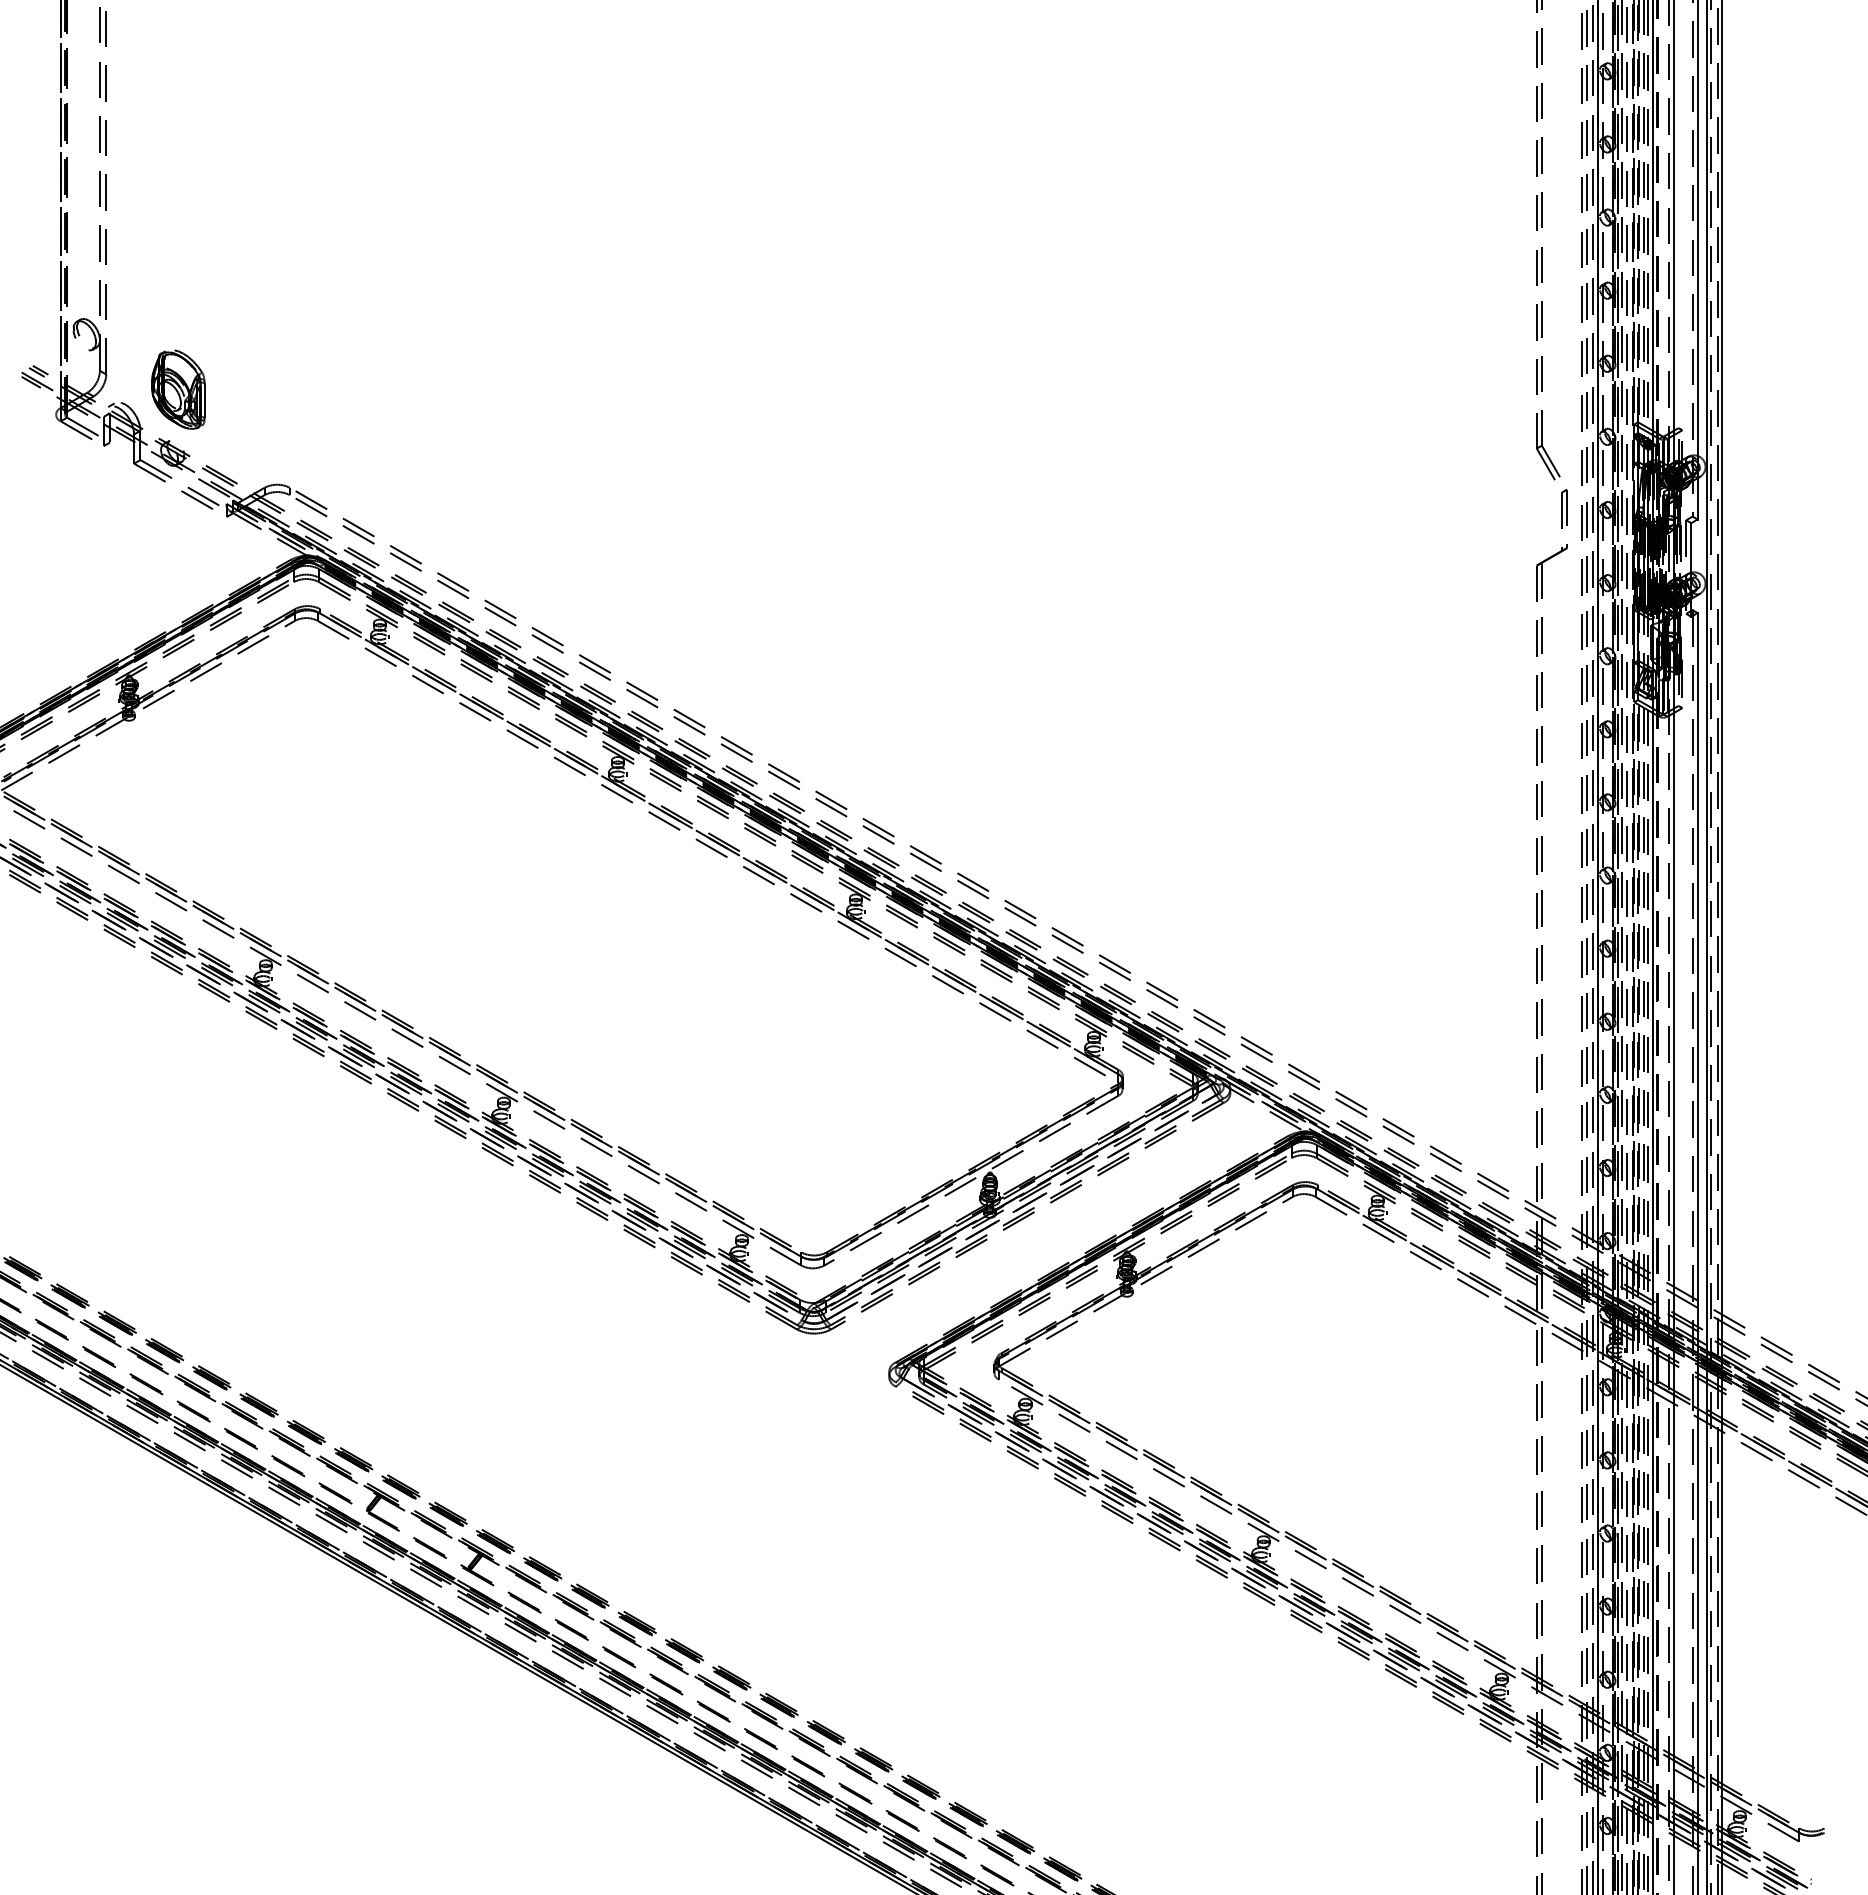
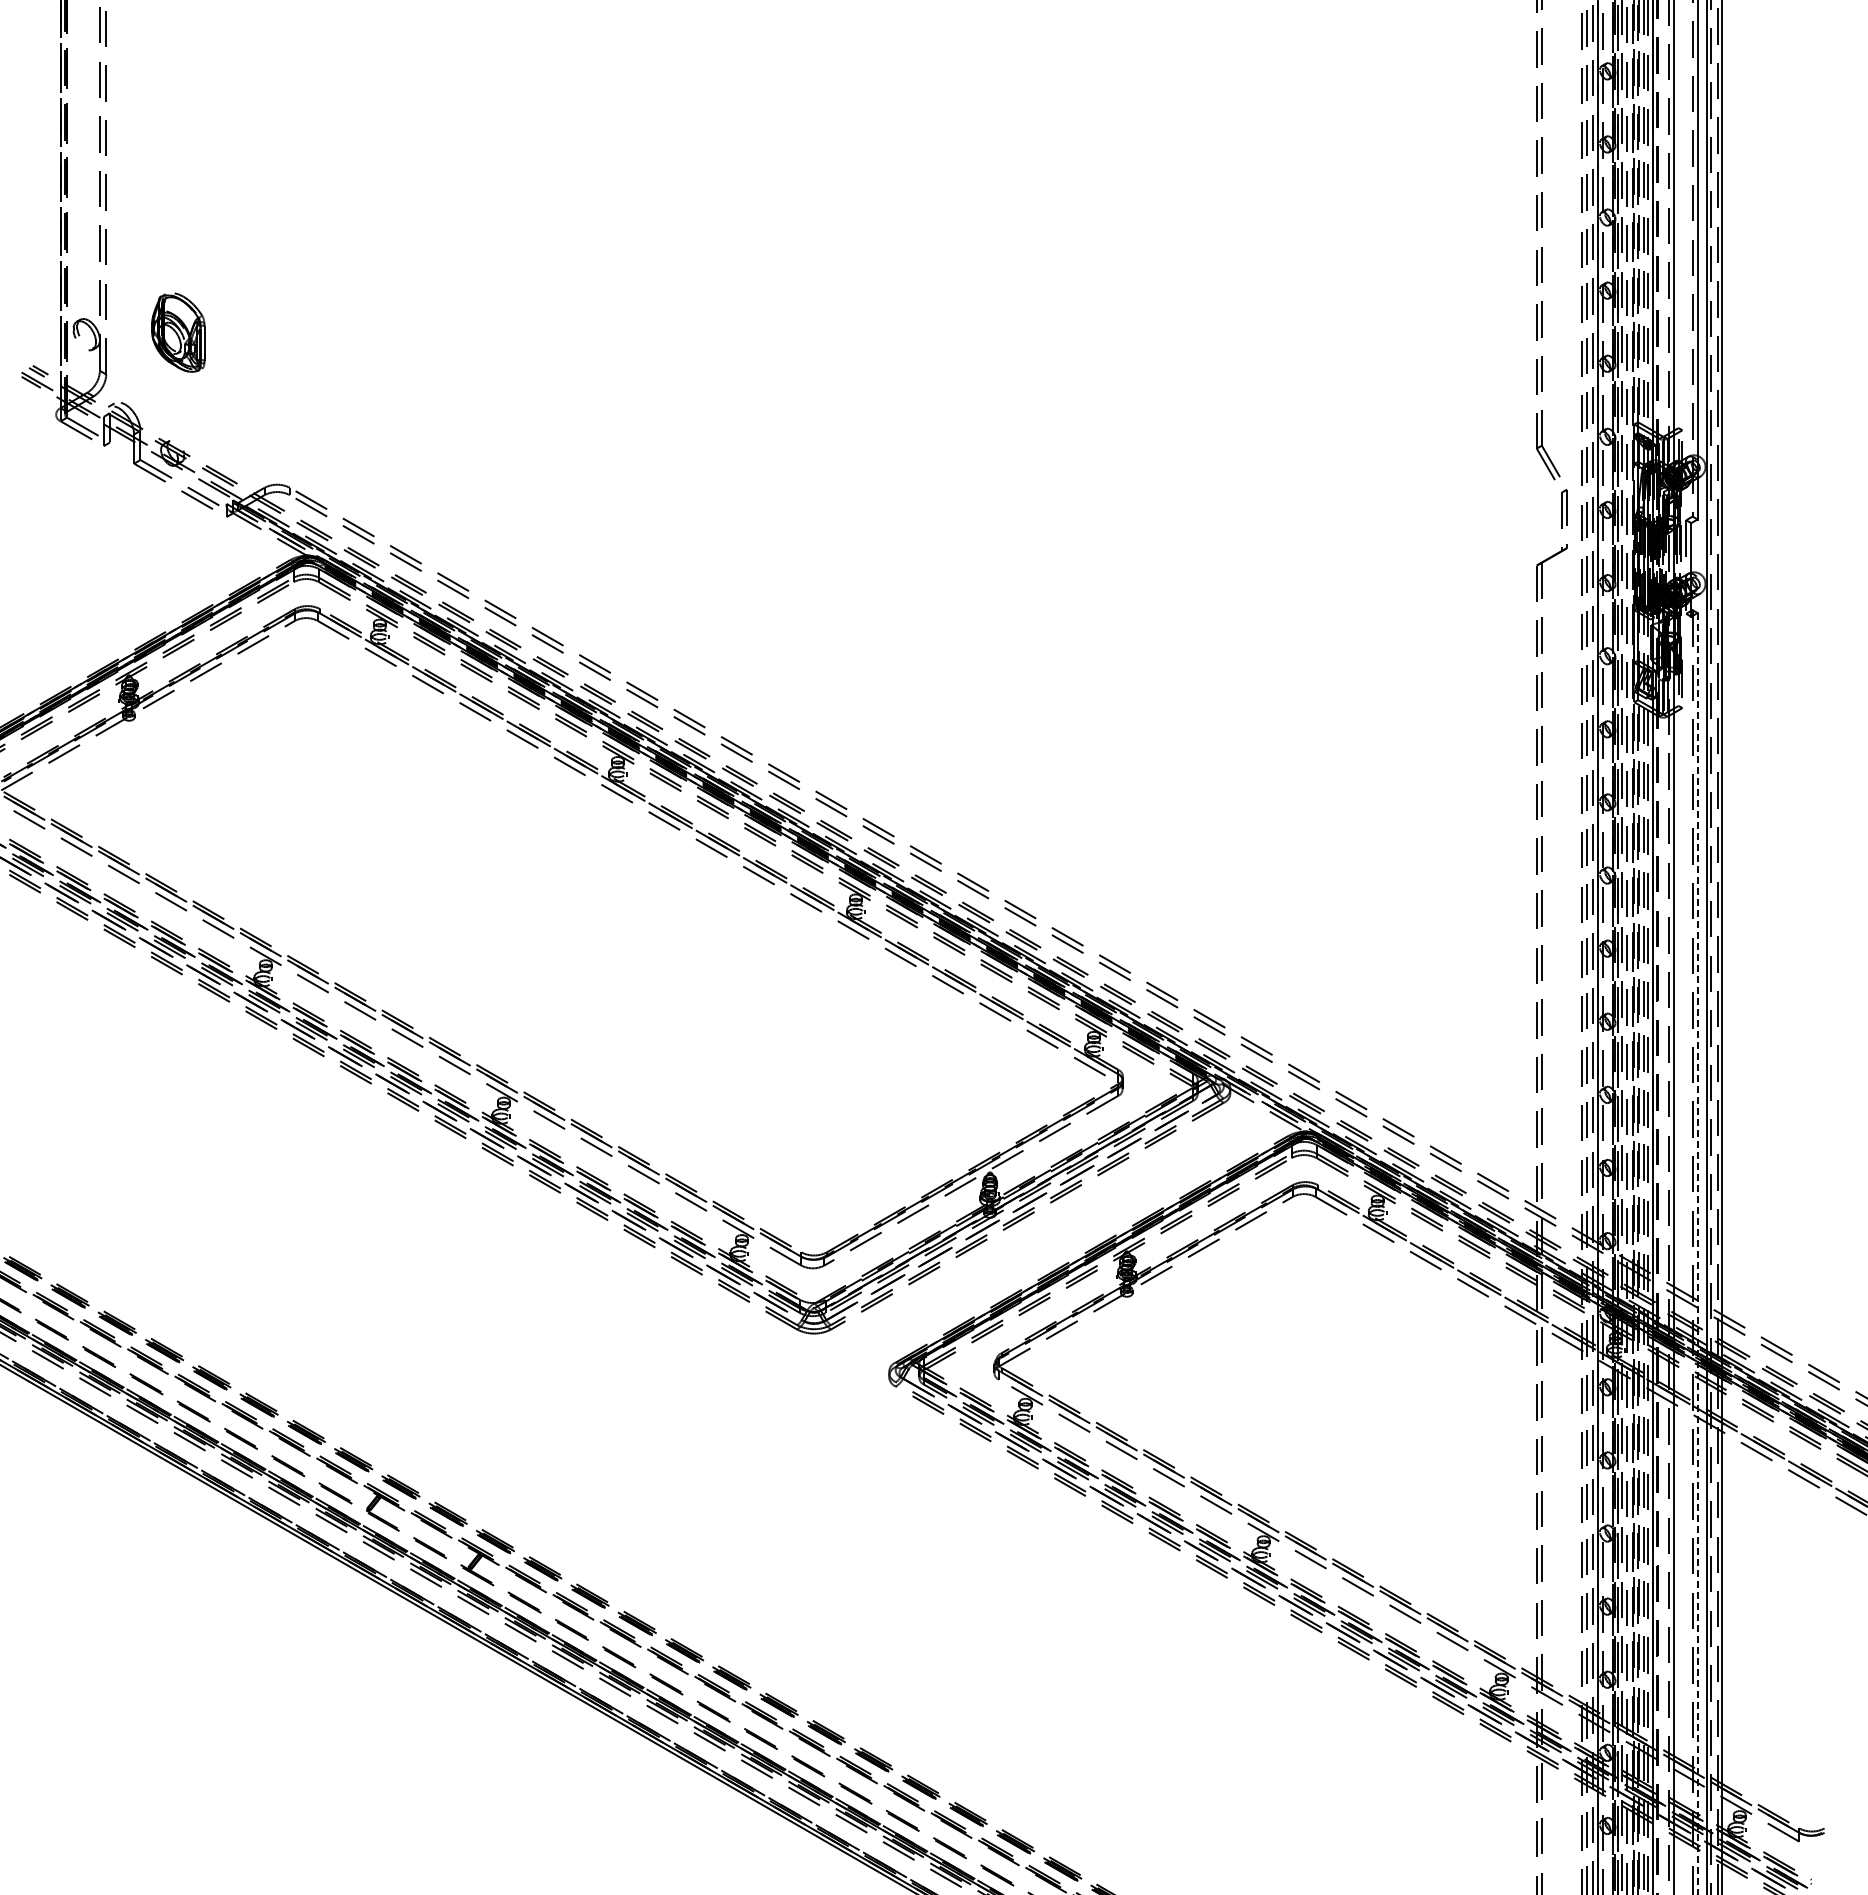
part at (178, 389) position: (178, 389) -> (178, 332)
line at (1697, 1253): solid -> dashed
